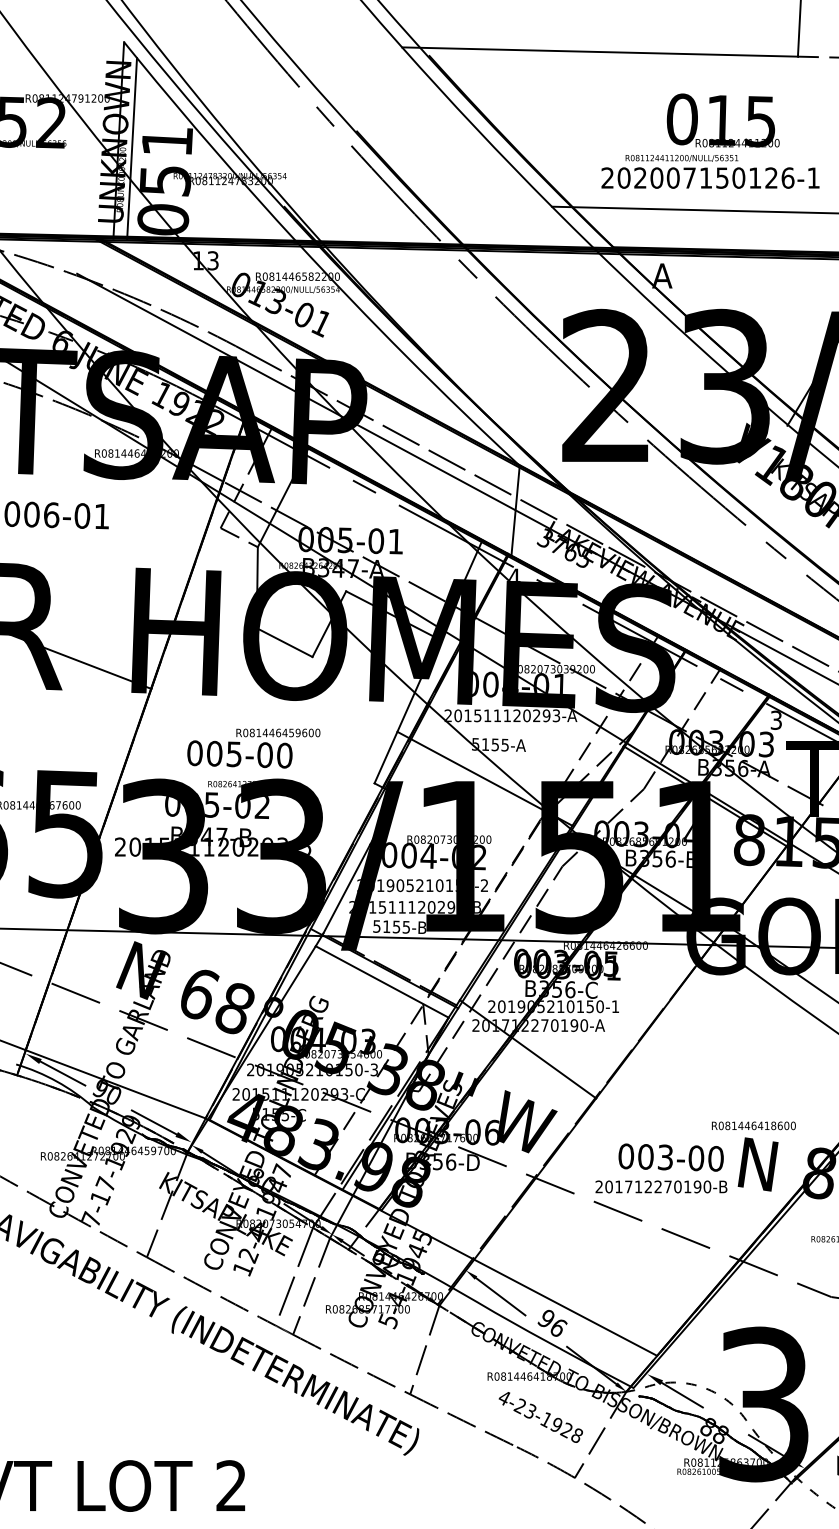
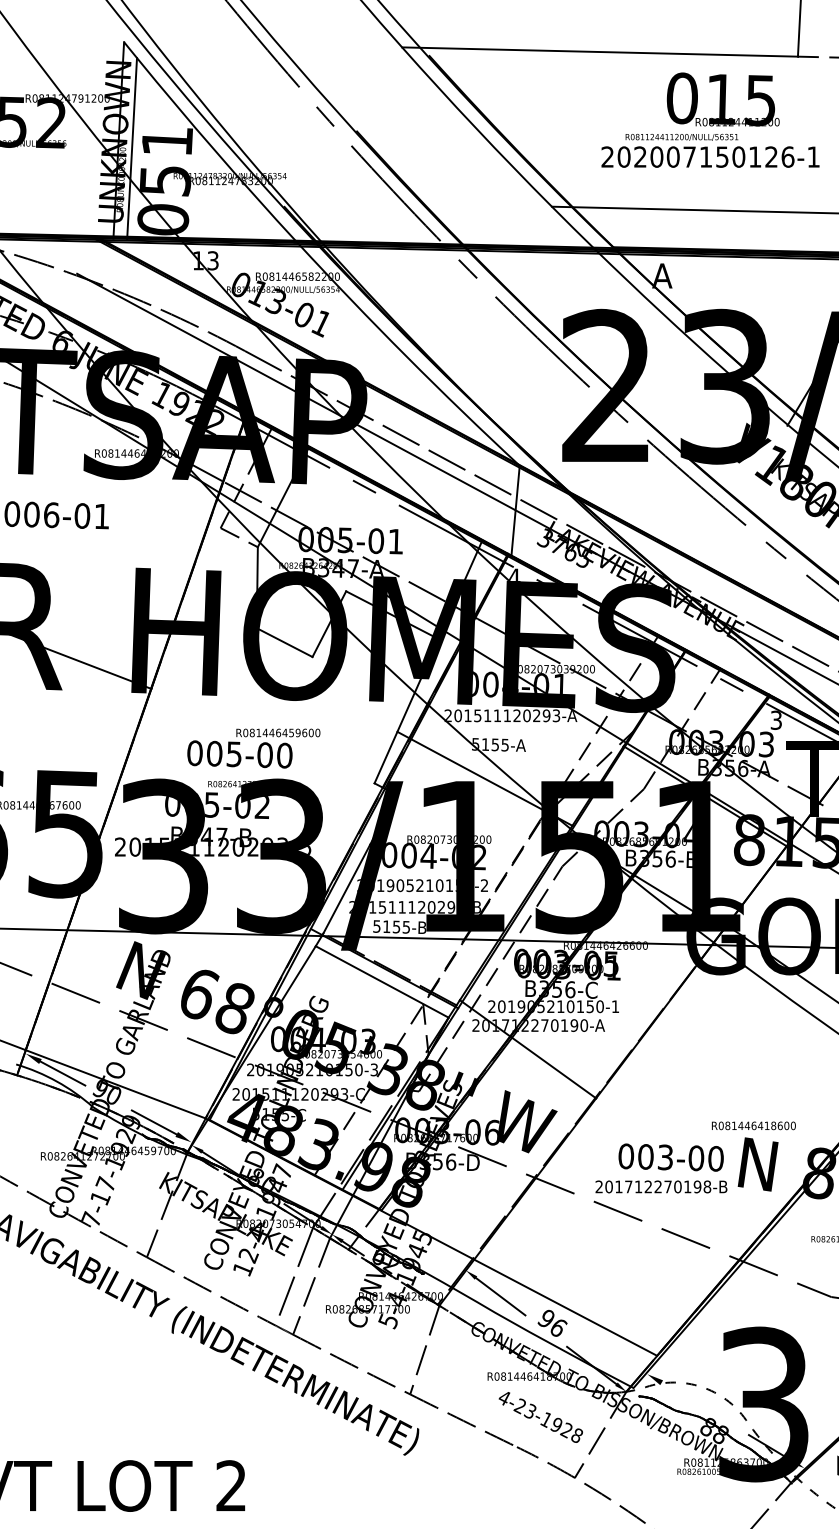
text at (710, 140) position: (710, 140) -> (710, 119)
text at (707, 1186): 201712270190-B -> 201712270198-B
line at (681, 1394): present -> none
